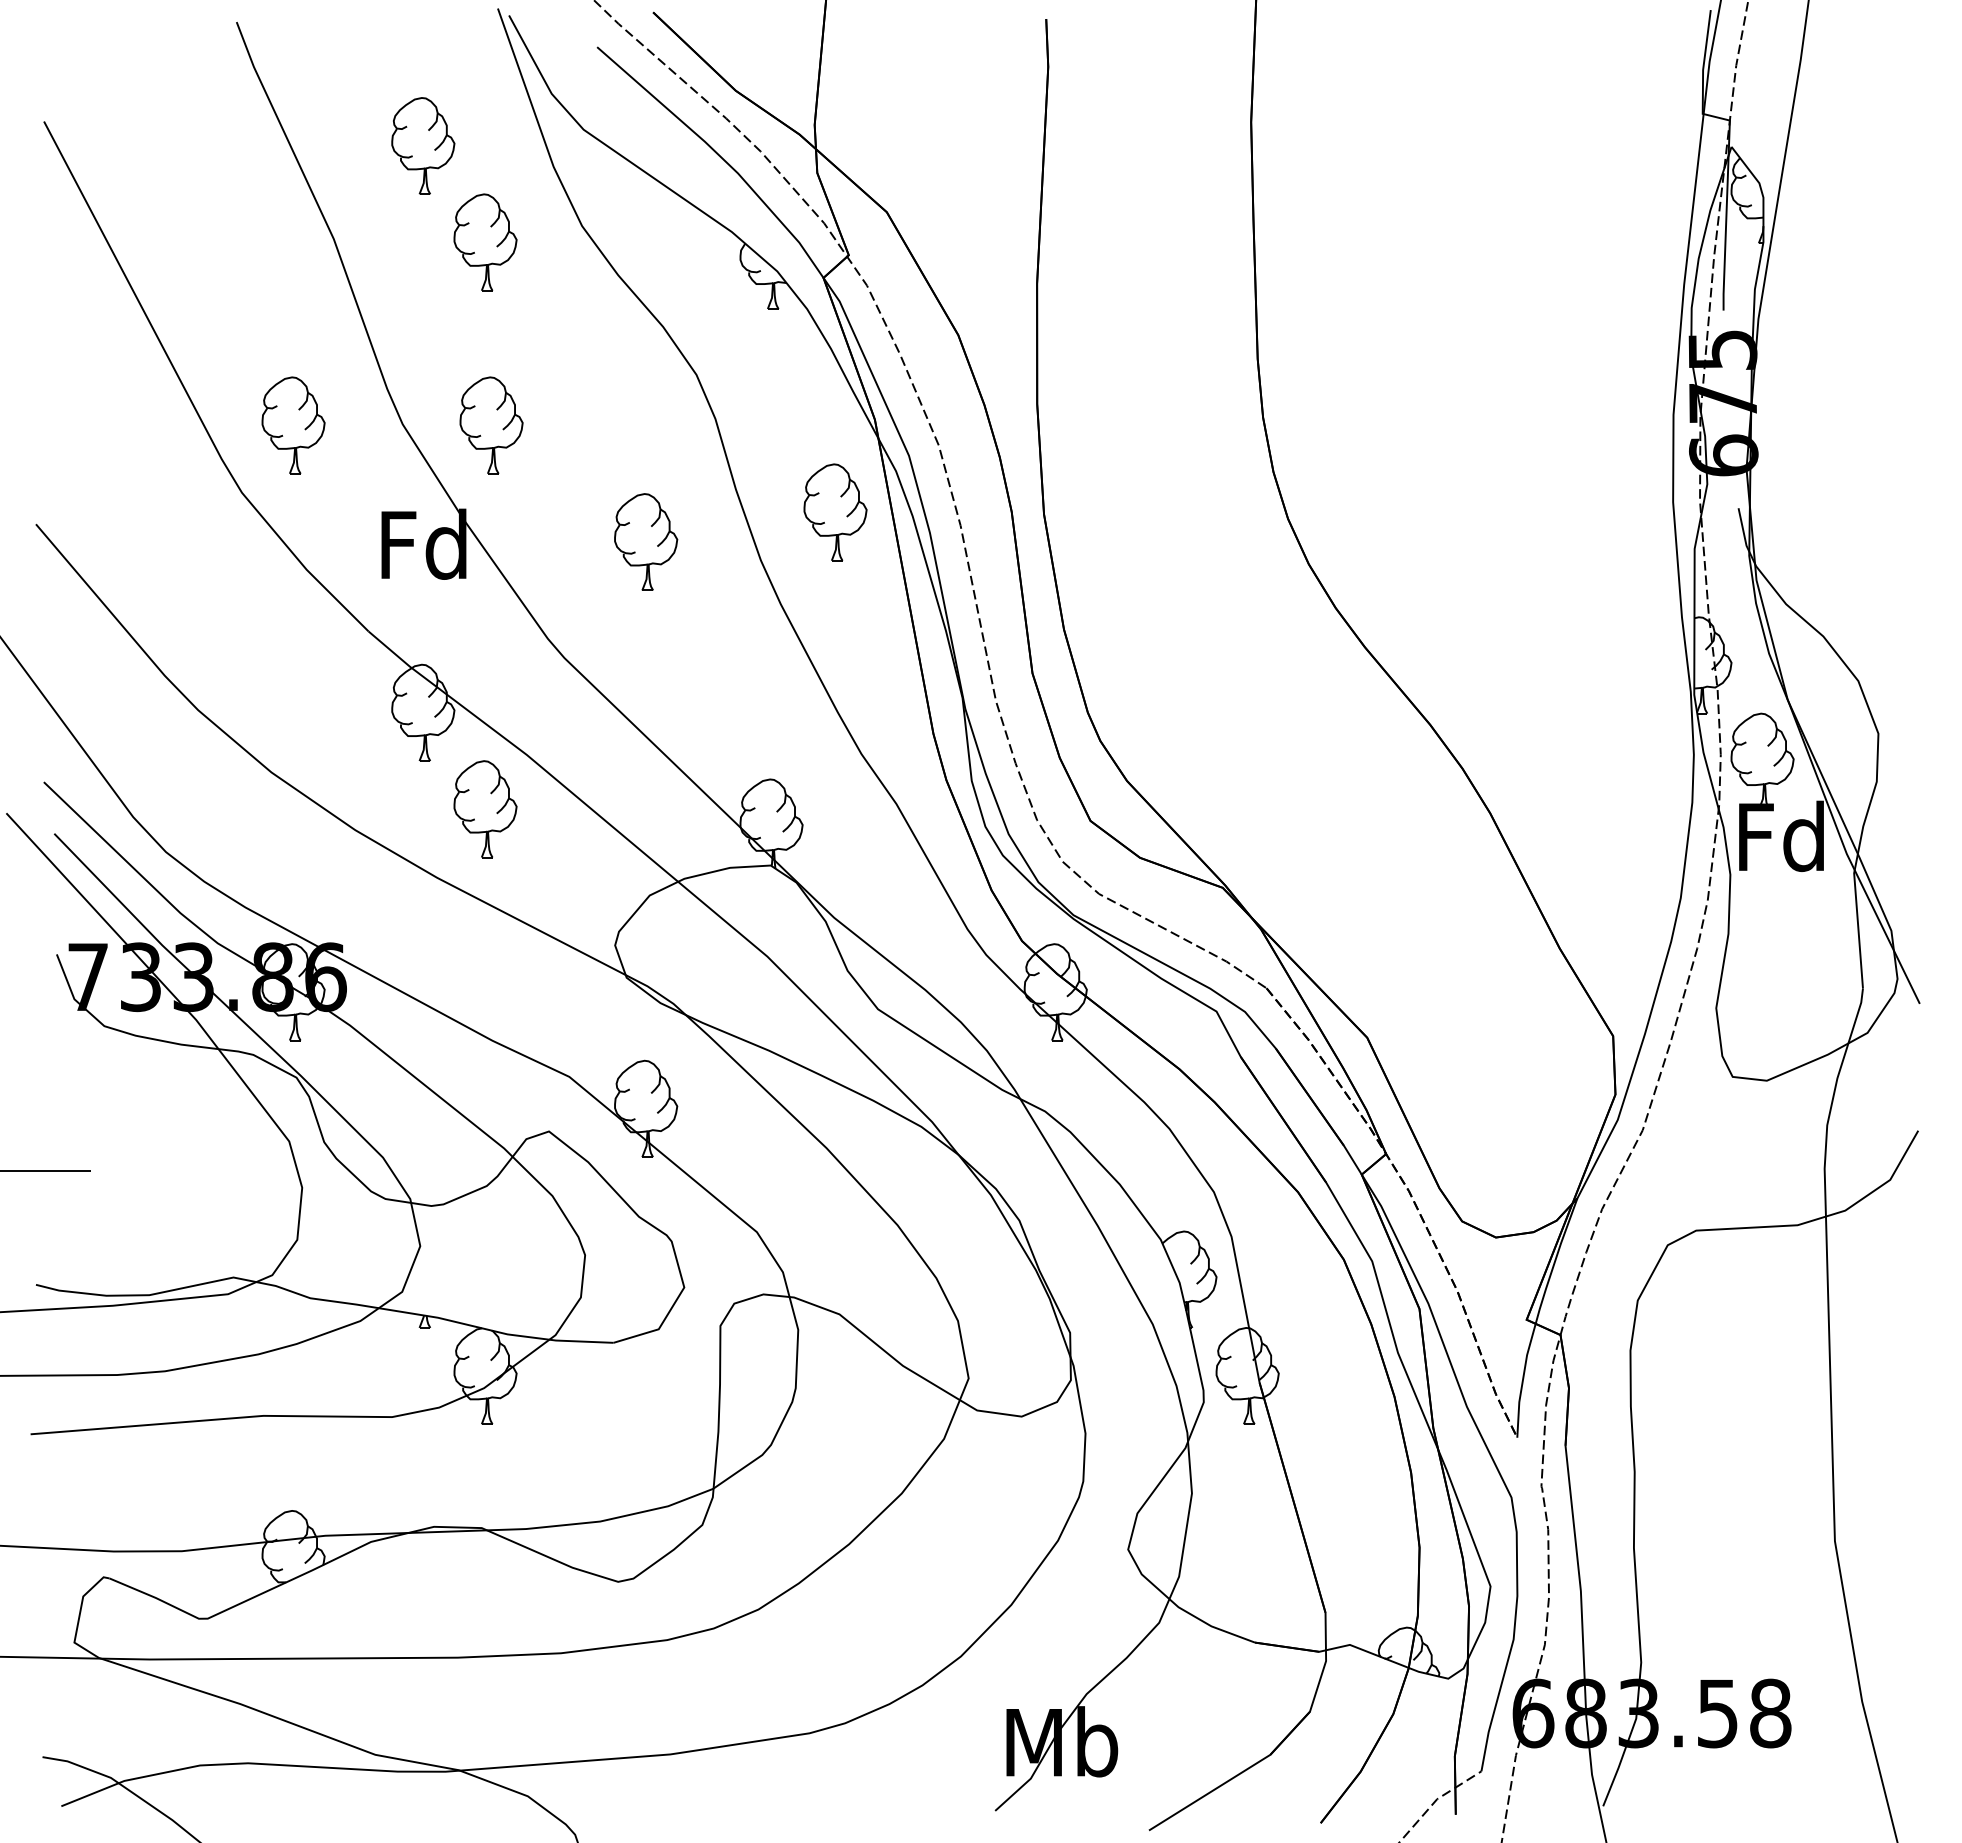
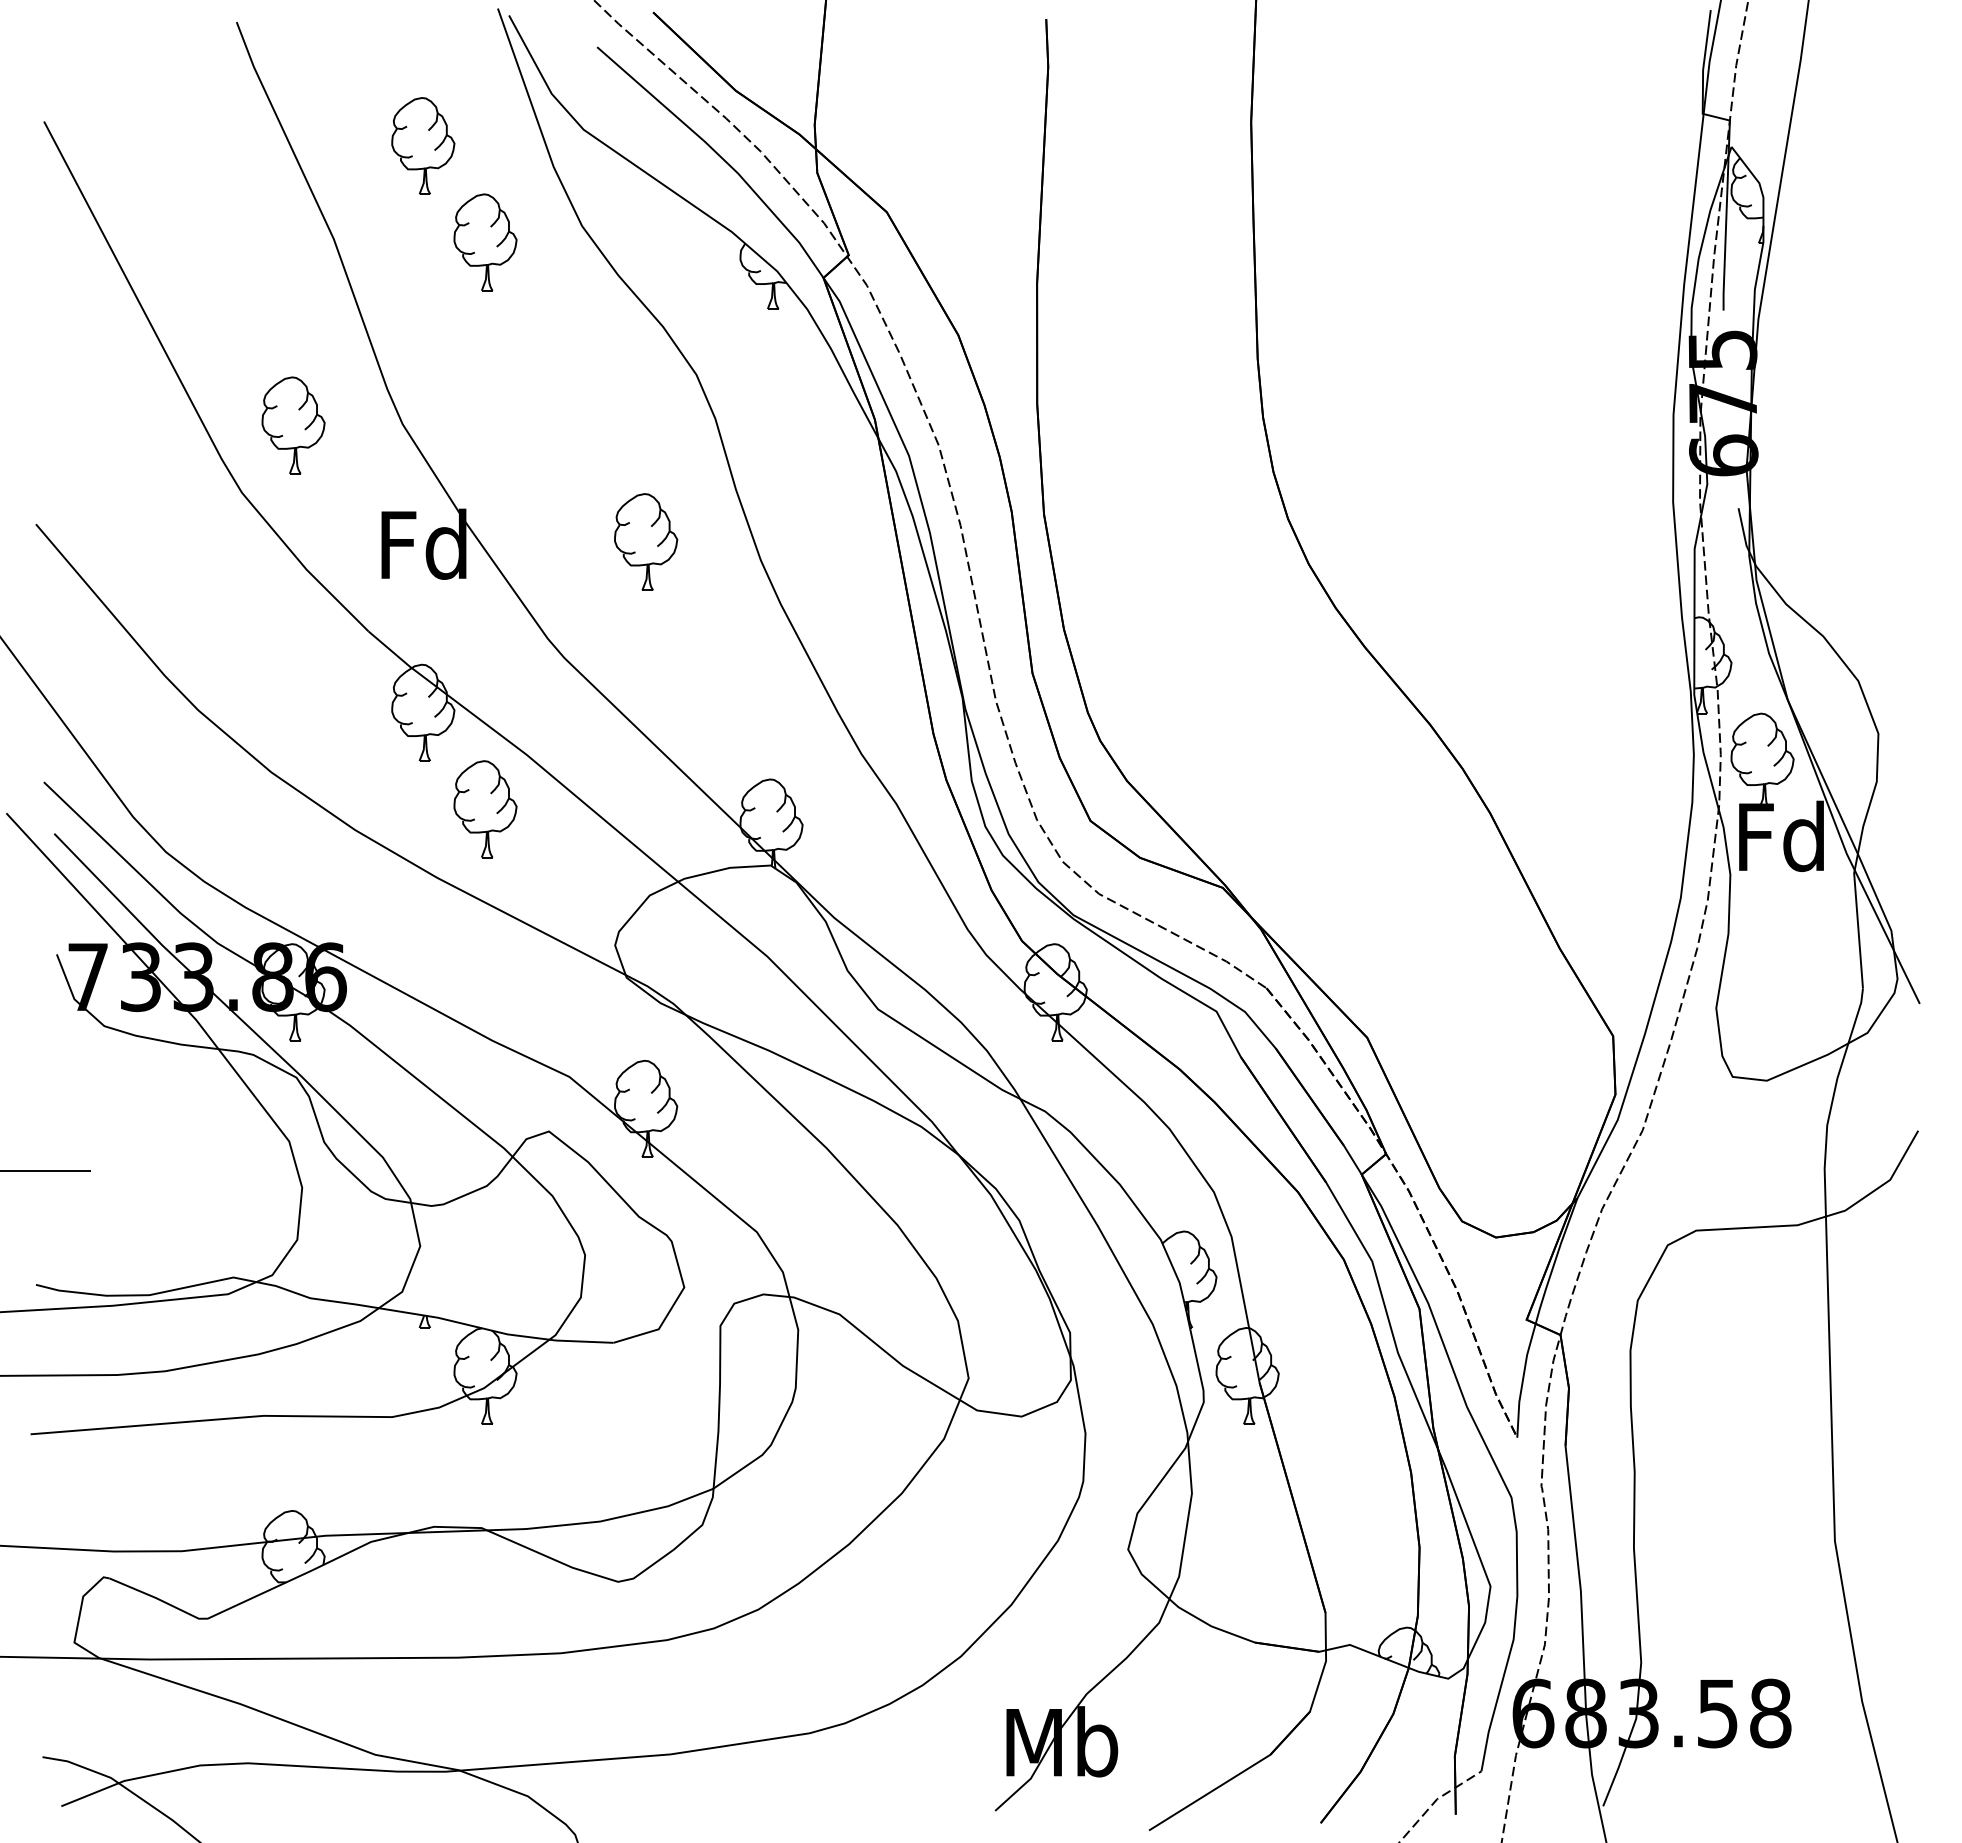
part at (491, 425): present -> none
part at (835, 512): present -> none
